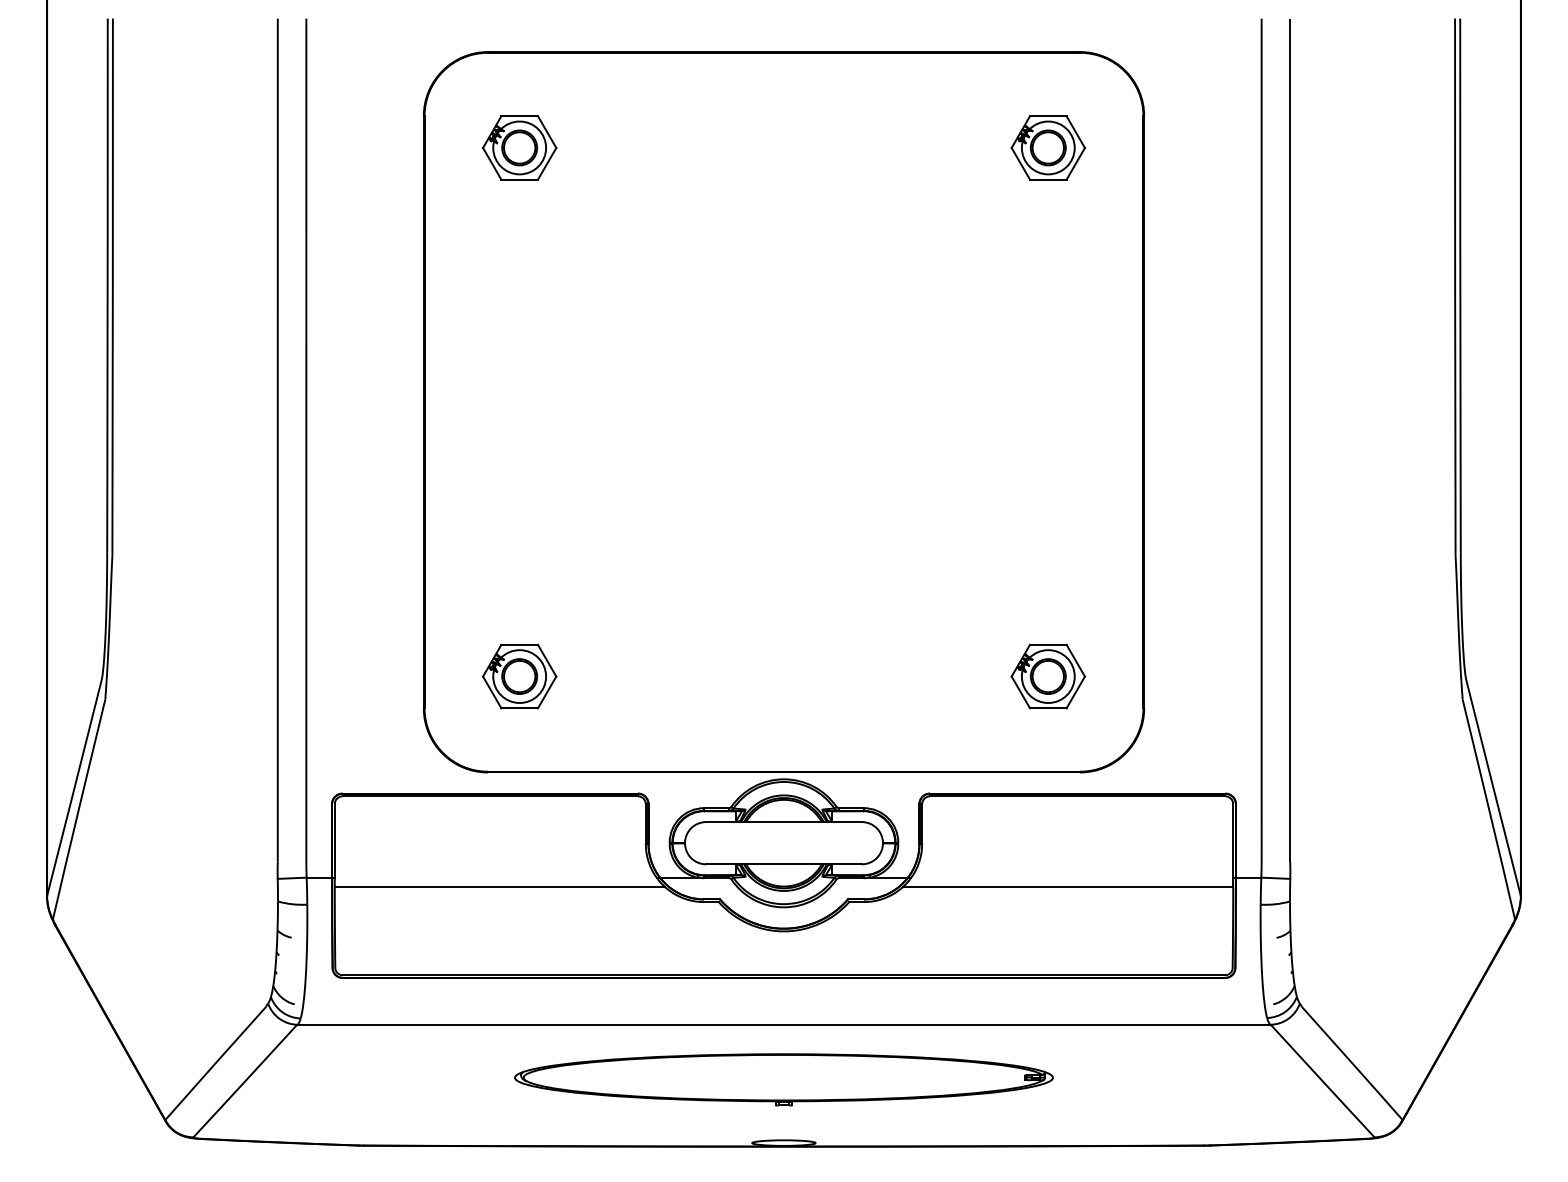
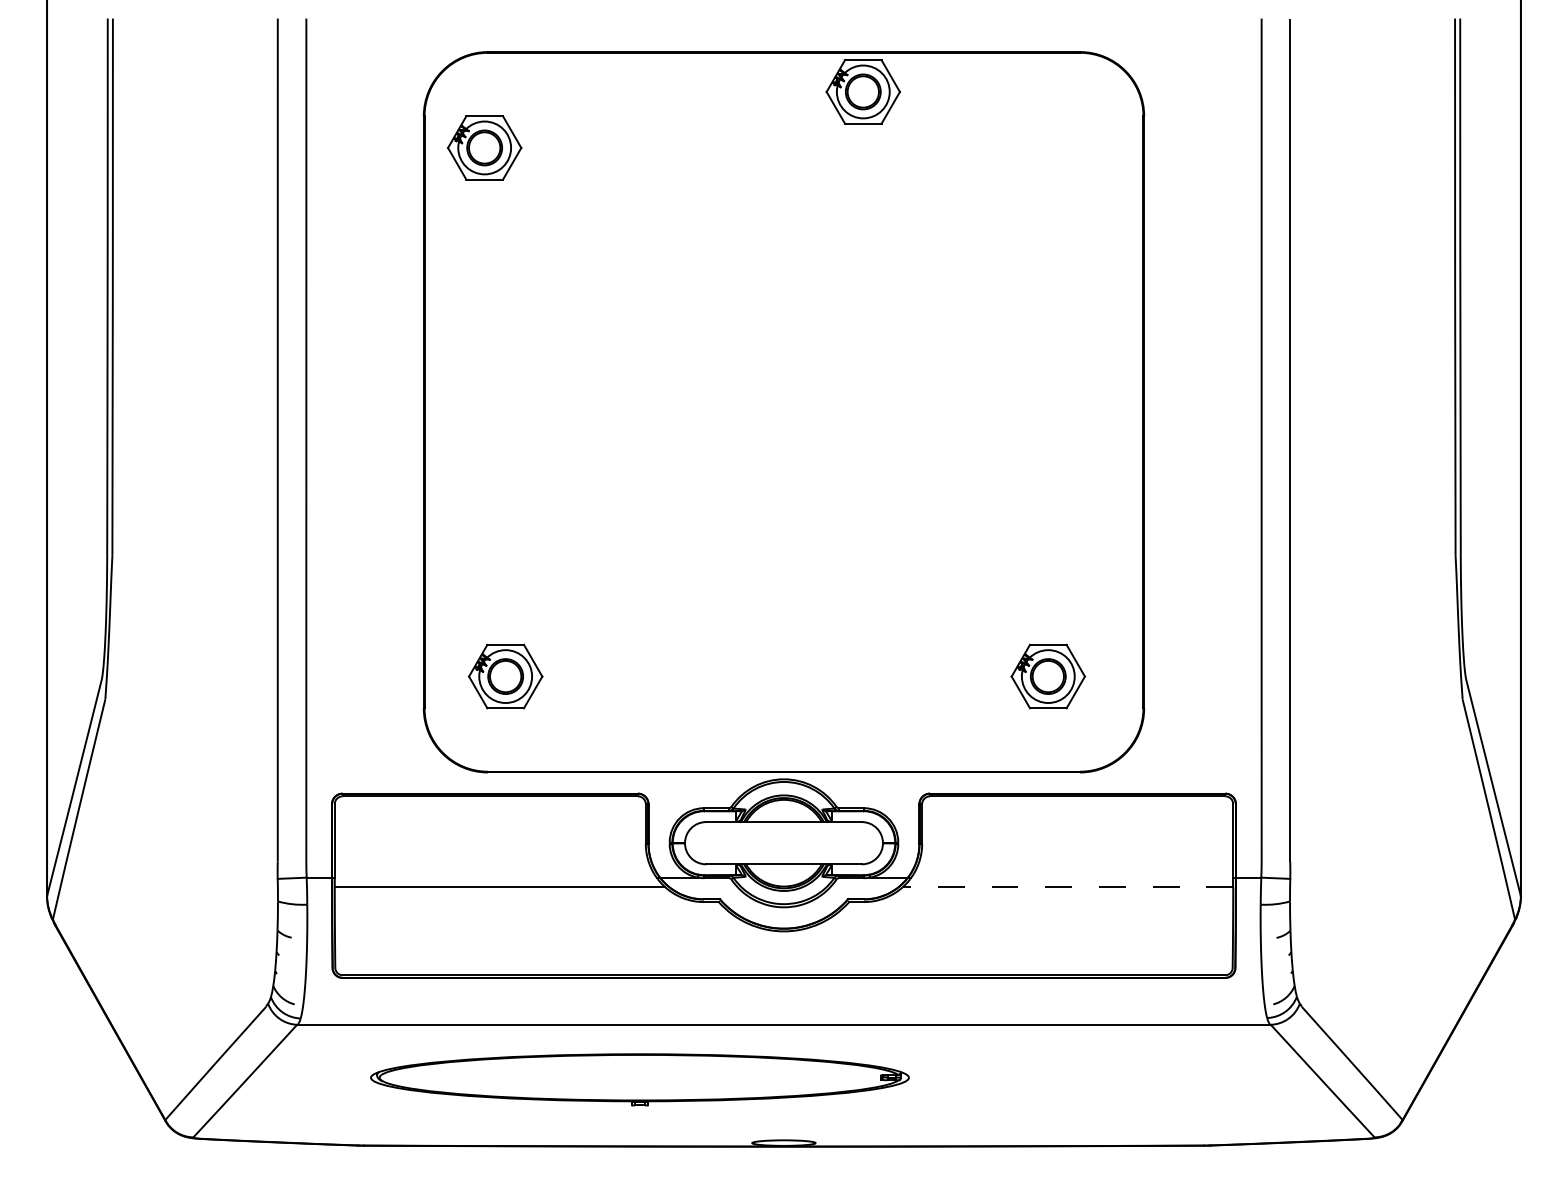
part at (519, 147) position: (519, 147) -> (484, 147)
part at (1047, 147) position: (1047, 147) -> (862, 91)
part at (519, 676) position: (519, 676) -> (505, 676)
line at (1067, 887): solid -> dashed
part at (783, 1079) position: (783, 1079) -> (639, 1079)
